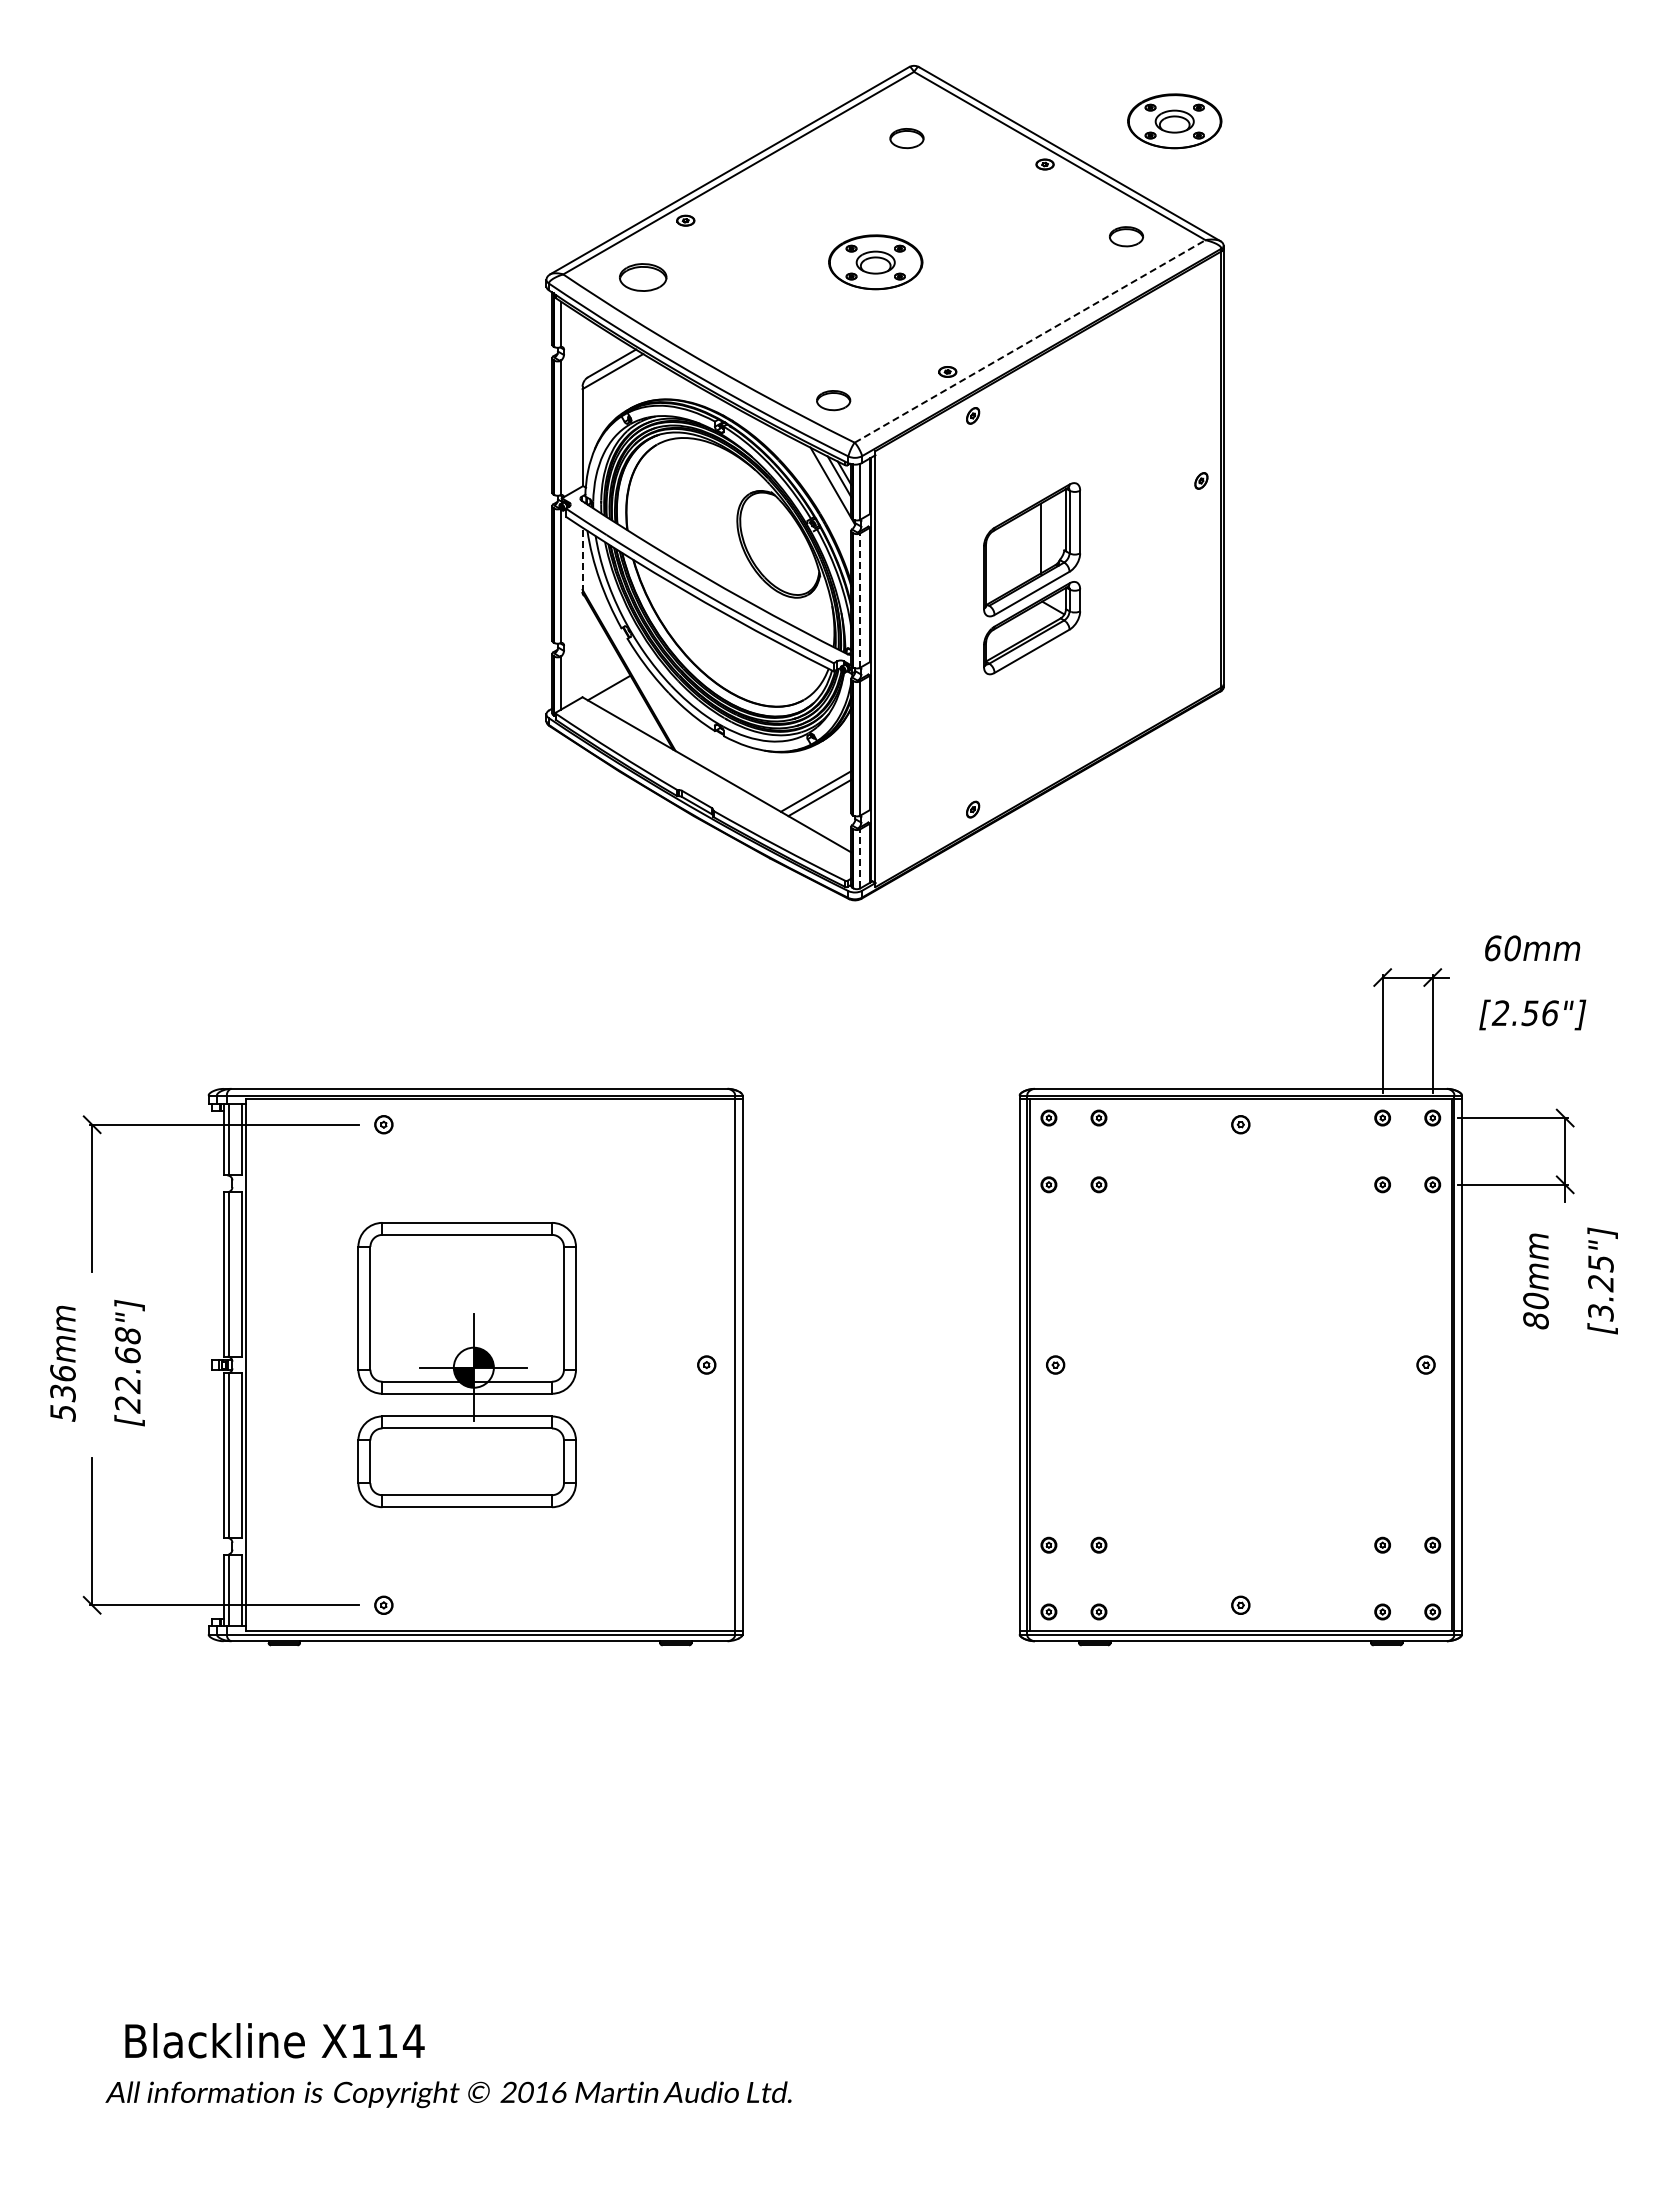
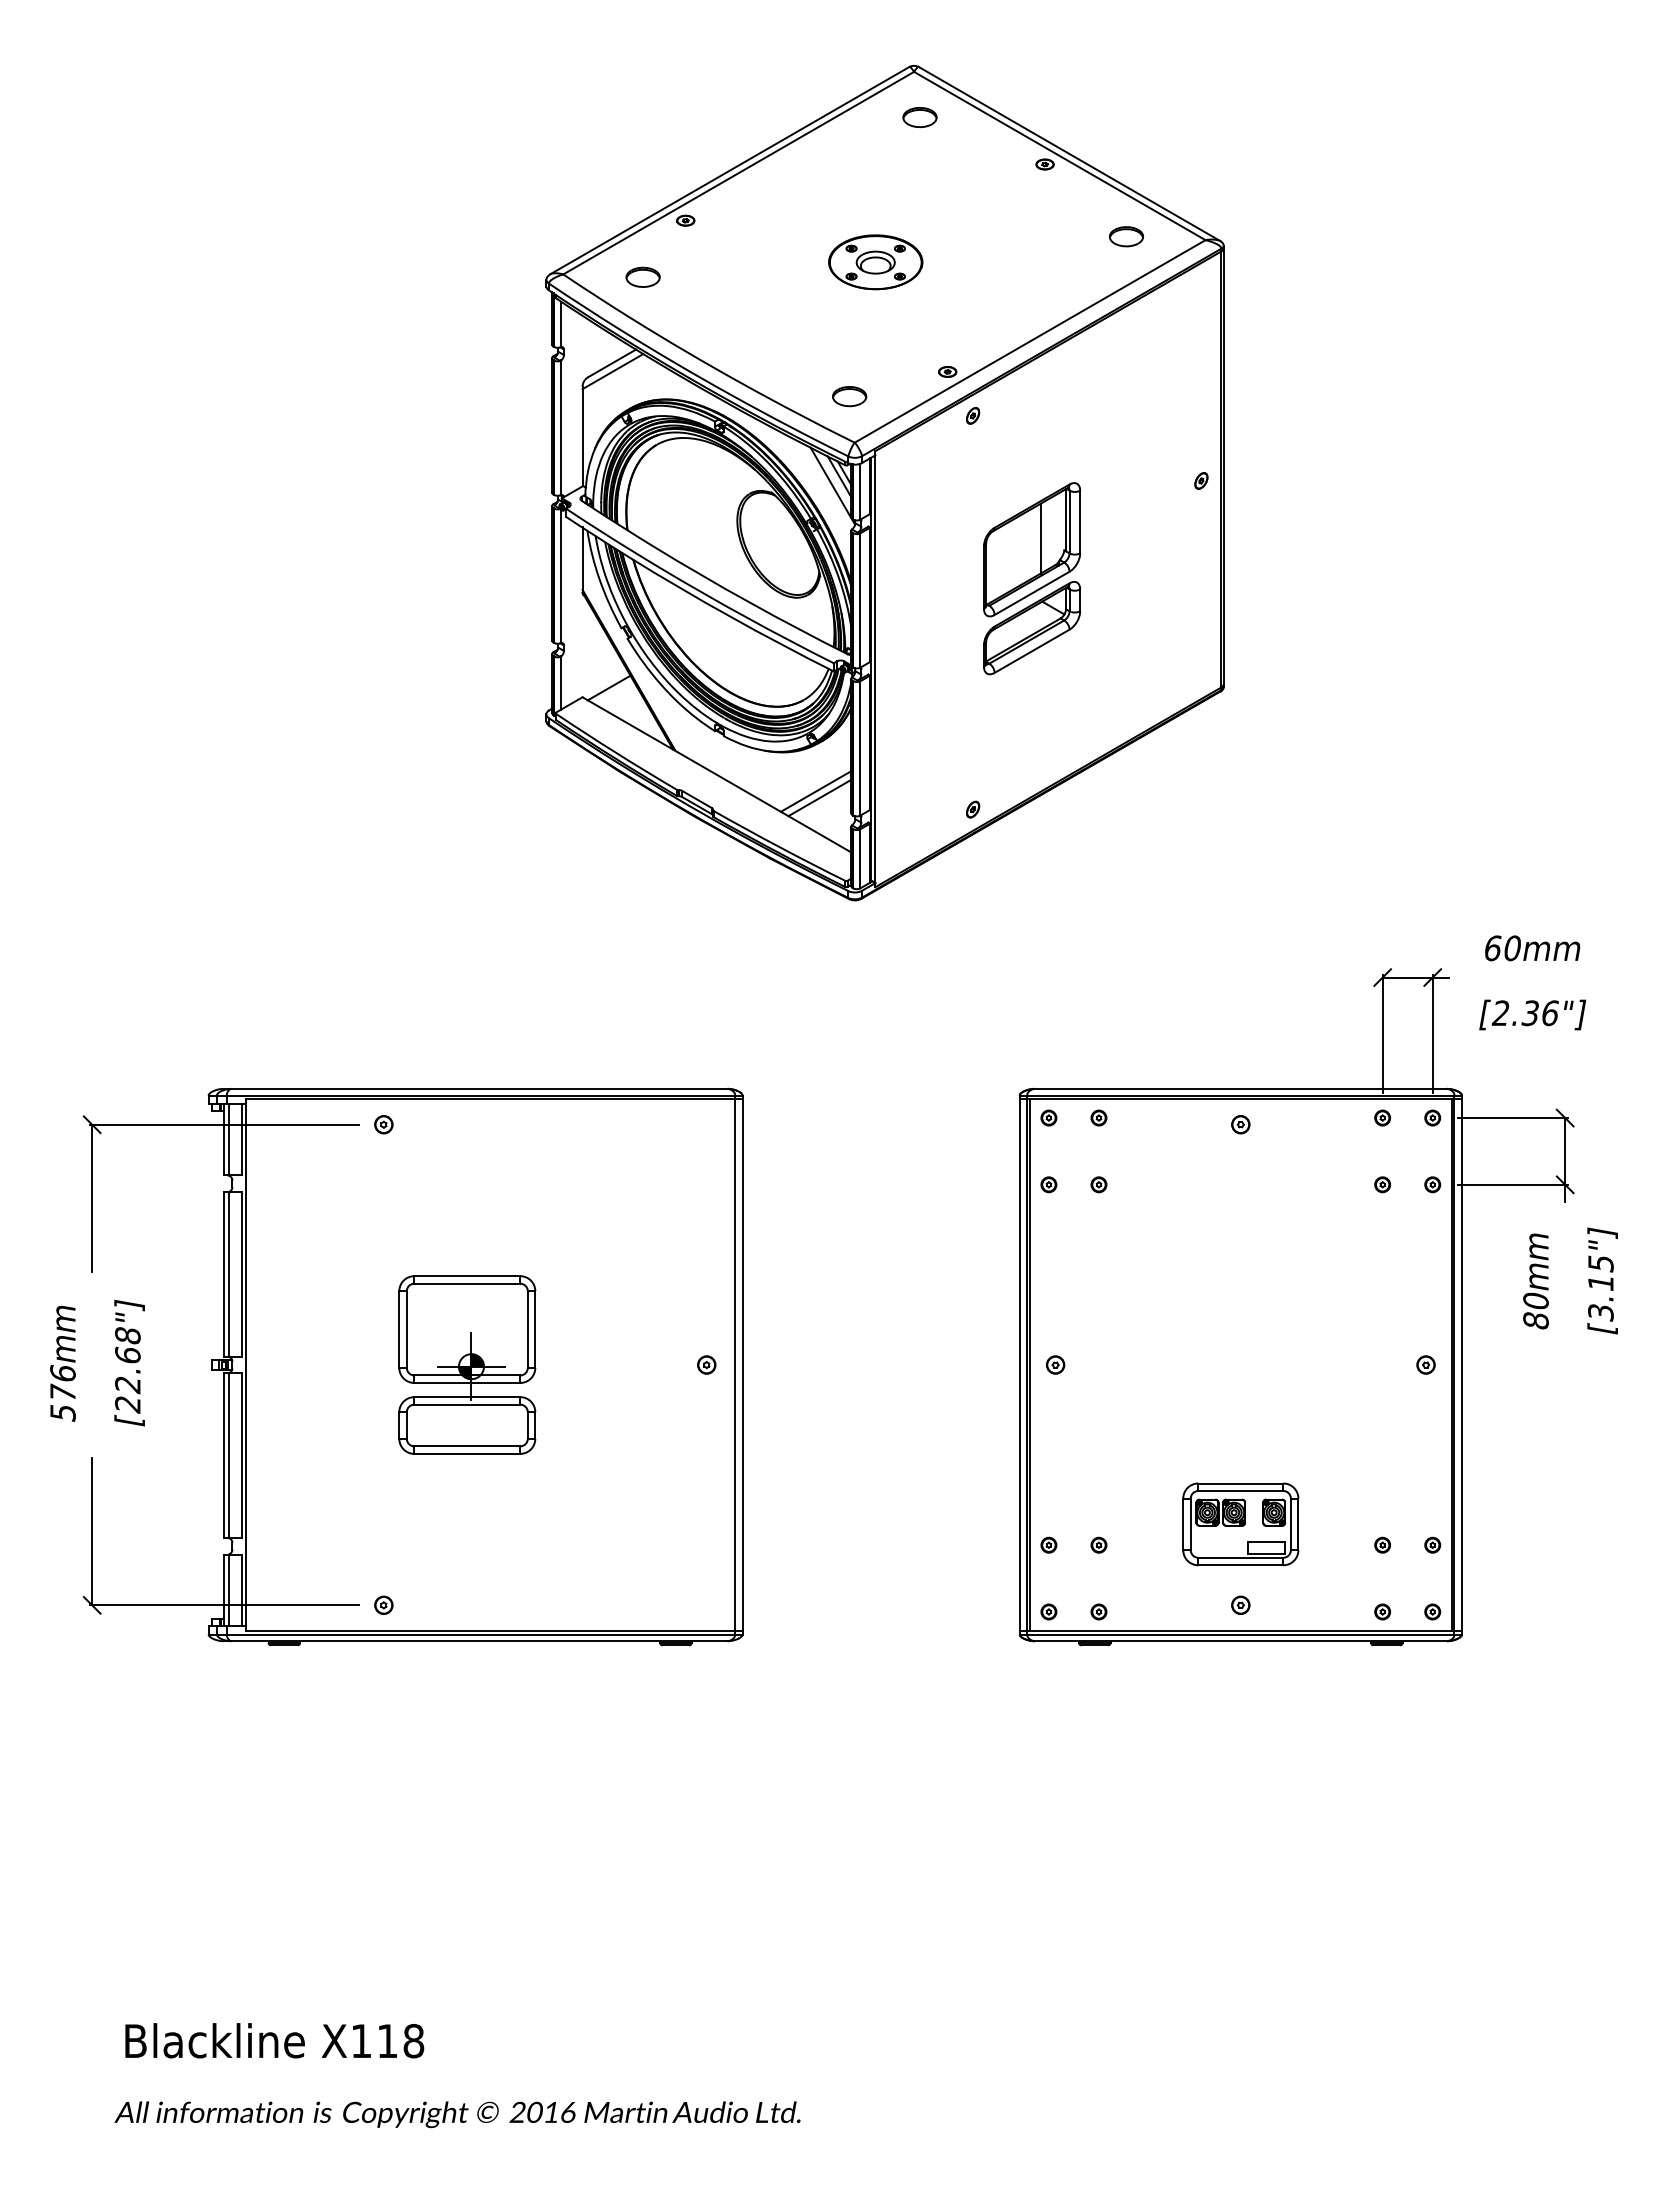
part at (1174, 121): present -> none
part at (906, 138) position: (906, 138) -> (919, 117)
part at (643, 277) size: 49x29 px -> 36x22 px
line at (1030, 341): dashed -> solid
part at (833, 400) position: (833, 400) -> (849, 396)
line at (582, 559): dashed -> solid
line at (860, 599): dashed -> solid
line at (860, 858): dashed -> solid
text at (1529, 1012): [2.56"] -> [2.36"]
text at (1600, 1283): [3.25"] -> [3.15"]
part at (466, 1365) size: 220x287 px -> 139x180 px
text at (62, 1392): 536mm -> 576mm
part at (1240, 1524): none -> present
text at (413, 2041): X114 -> X118
text at (448, 2094) position: (448, 2094) -> (457, 2114)
